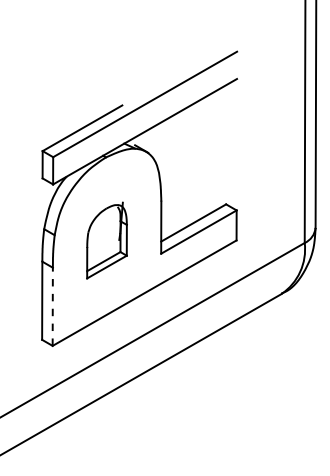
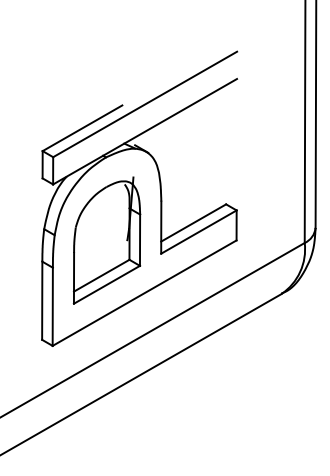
part at (106, 240) size: 42x79 px -> 70x129 px
line at (52, 306): dashed -> solid
